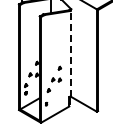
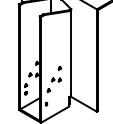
line at (70, 53): dashed -> solid
